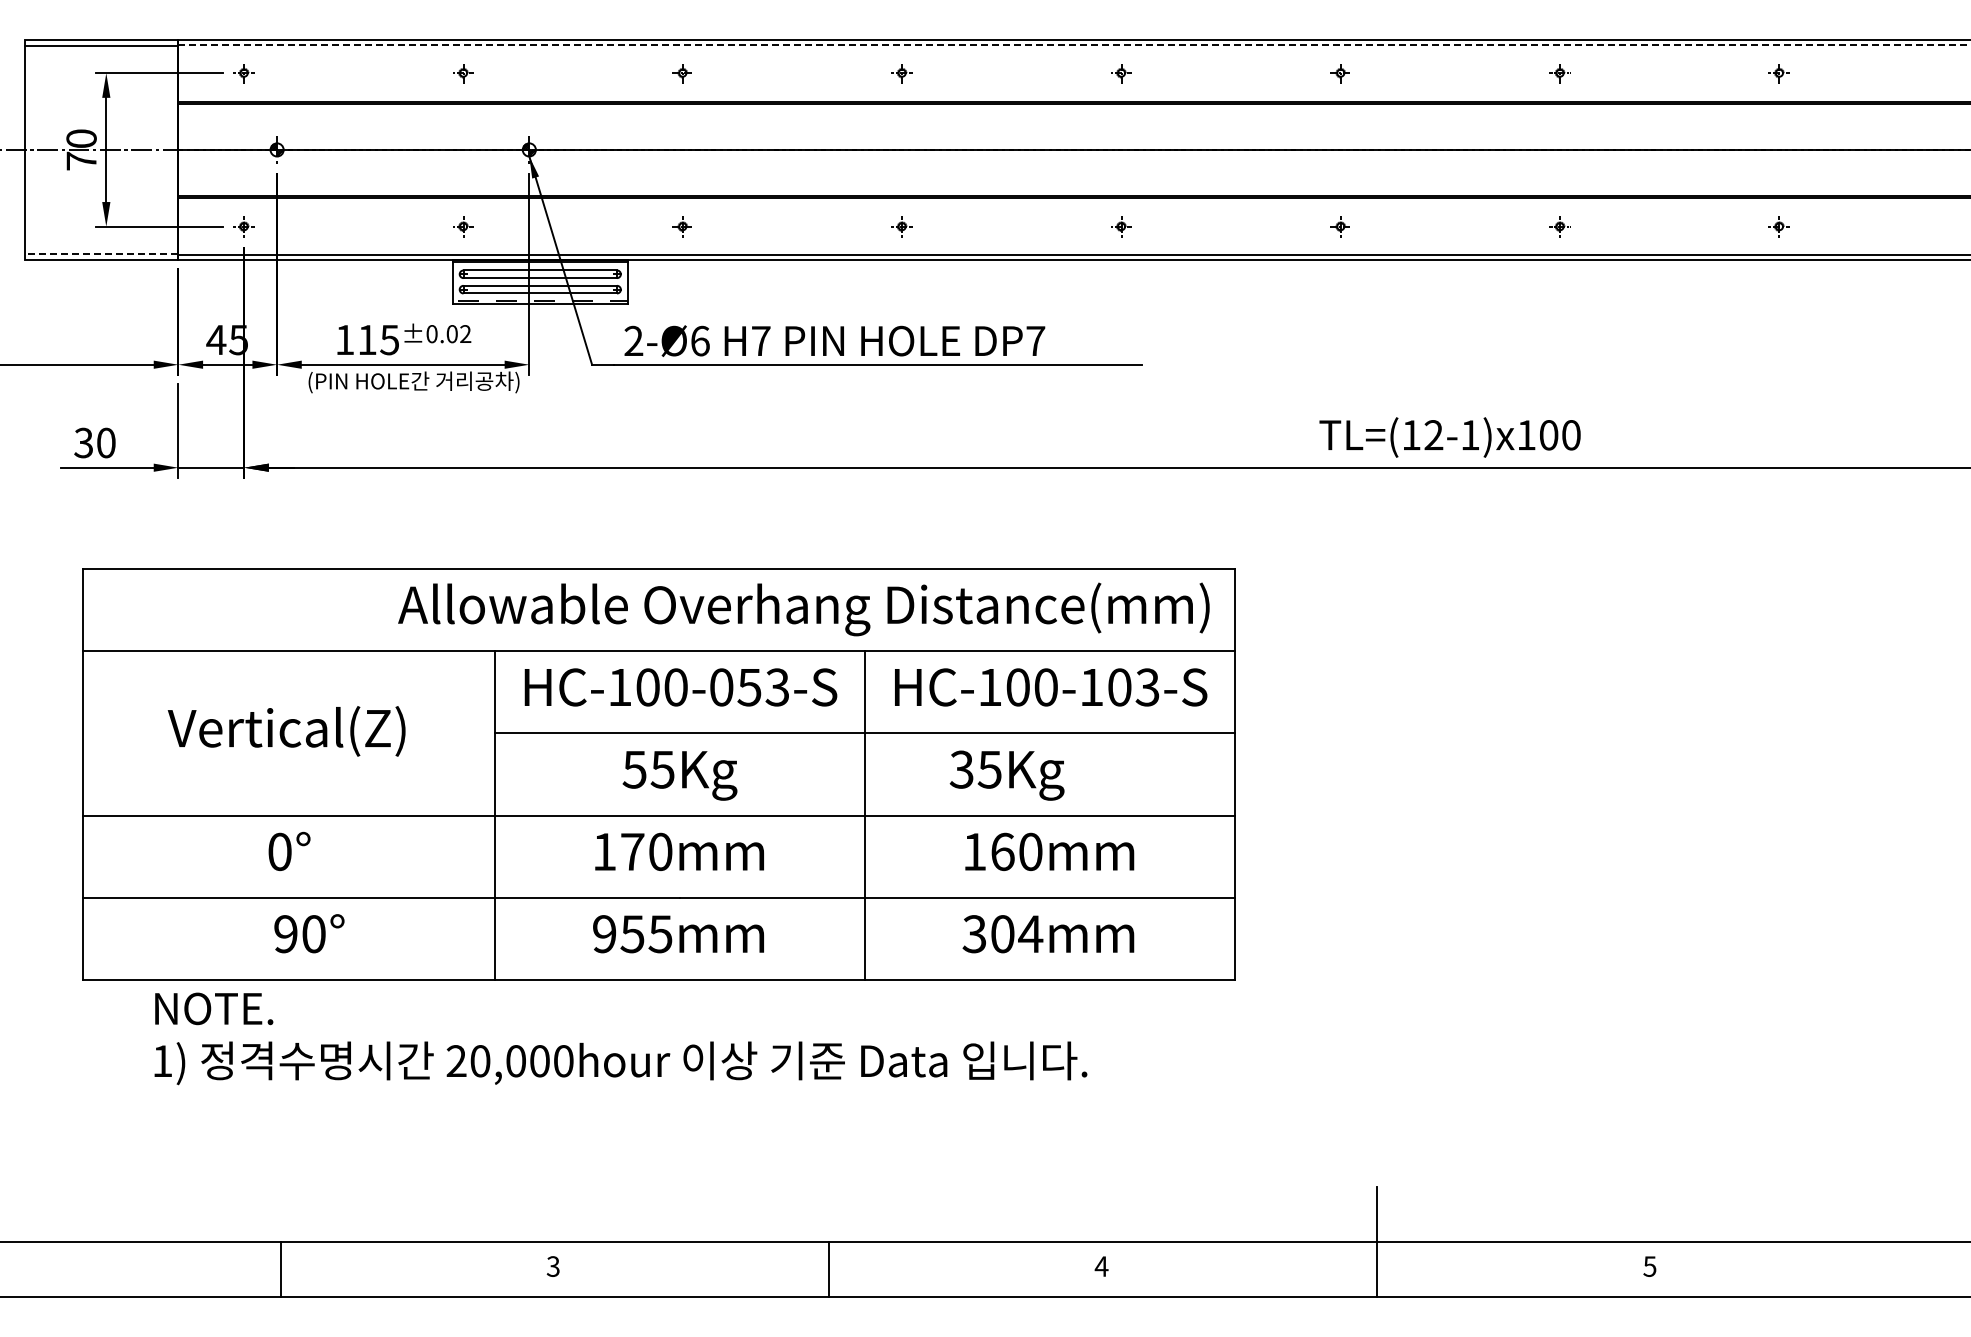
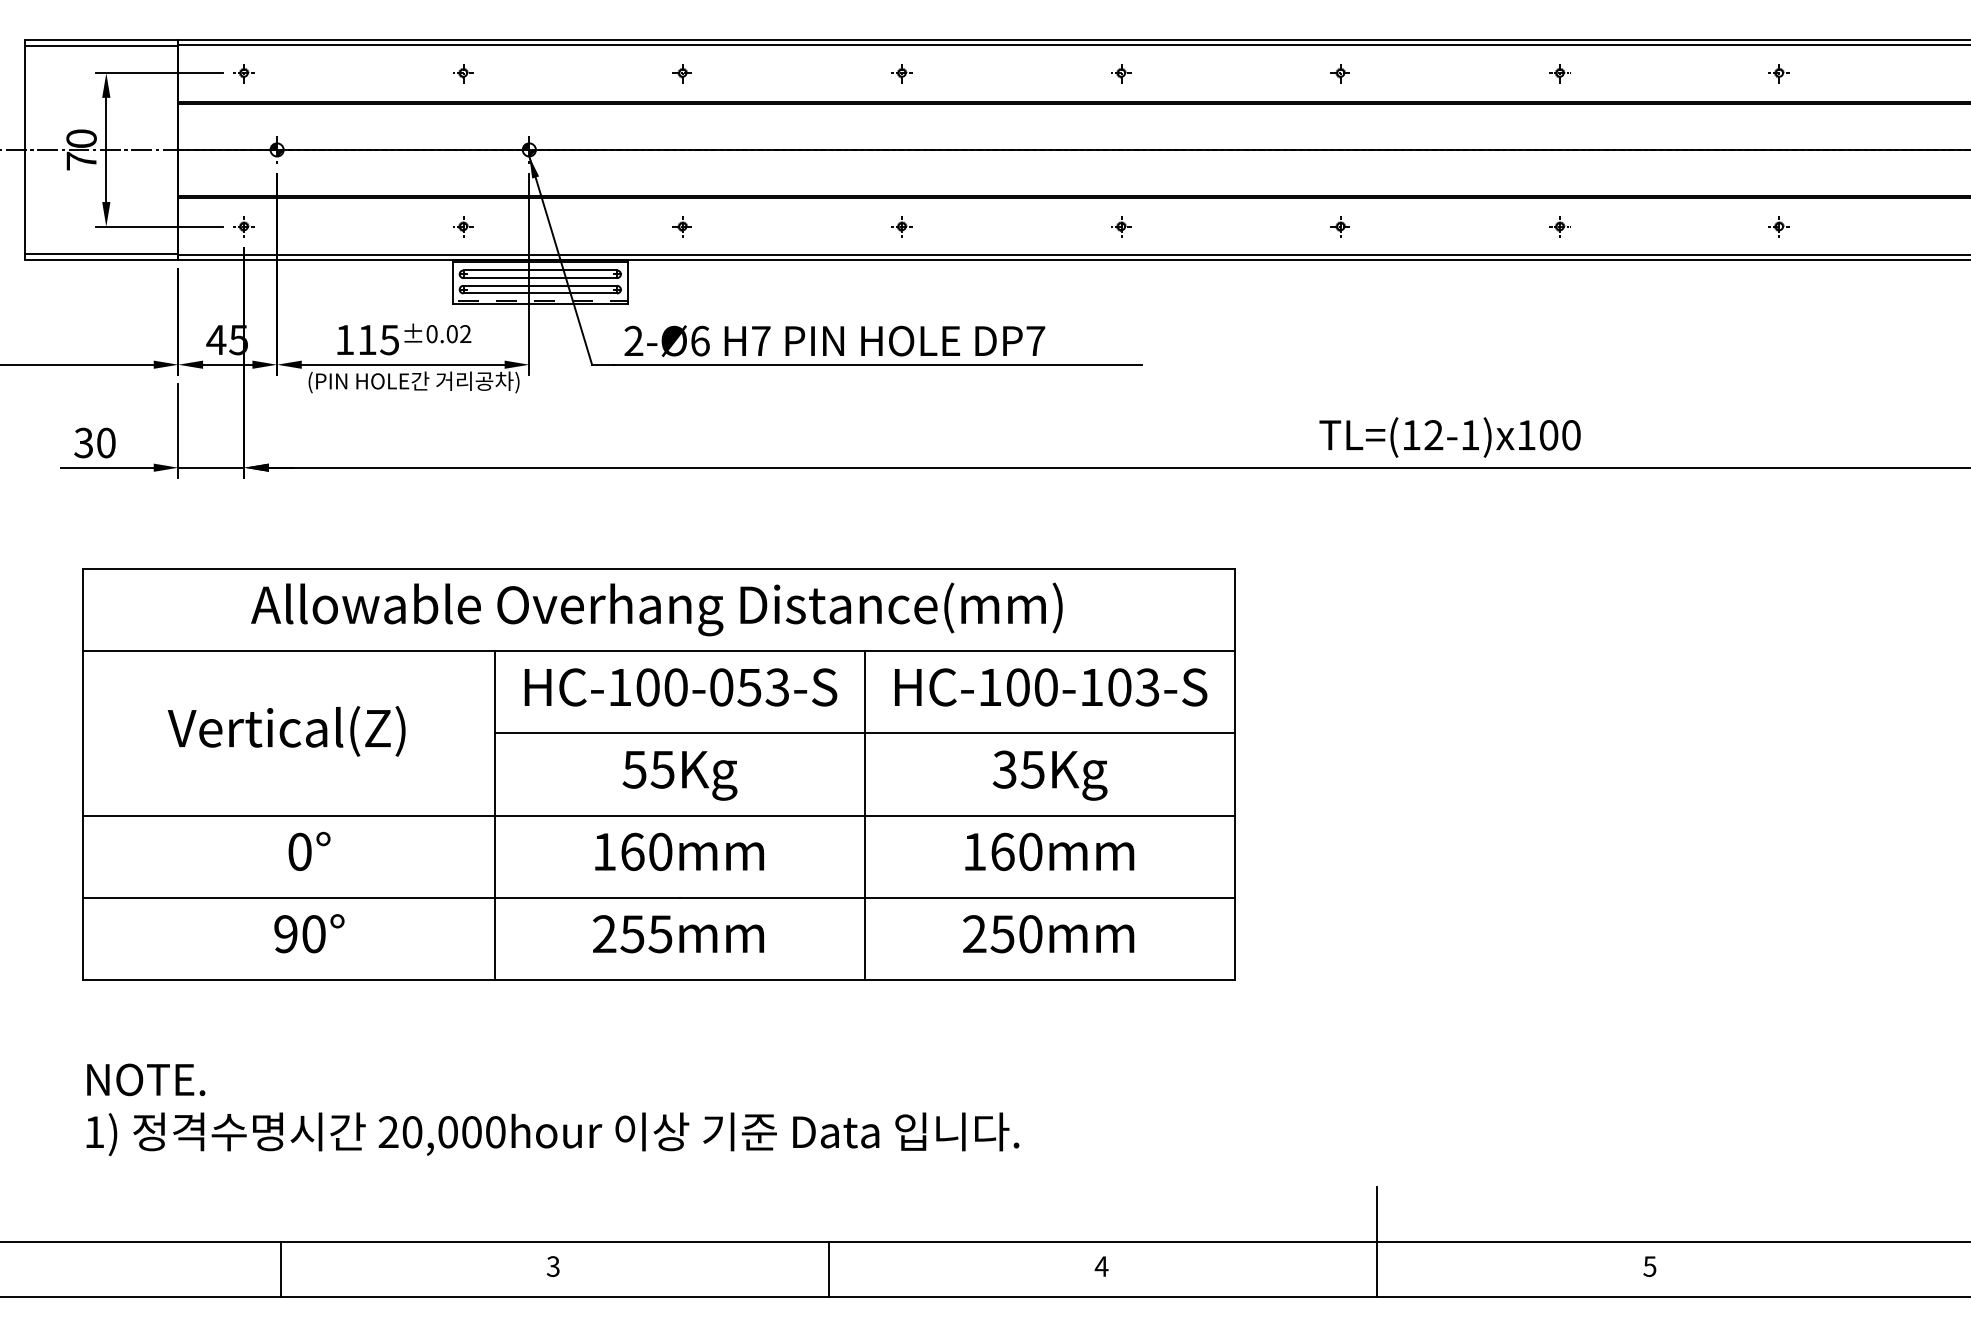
line at (1075, 44): dashed -> solid
line at (101, 254): dashed -> solid
text at (803, 609) position: (803, 609) -> (656, 609)
text at (1006, 775) position: (1006, 775) -> (1049, 775)
text at (289, 850) position: (289, 850) -> (309, 850)
text at (632, 851): 170mm -> 160mm
text at (604, 934): 955mm -> 255mm
text at (1002, 934): 304mm -> 250mm
text at (620, 1038) position: (620, 1038) -> (552, 1109)
